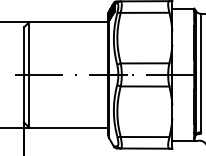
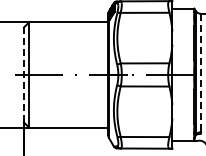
line at (200, 71): solid -> dashed
line at (24, 72): solid -> dashed
